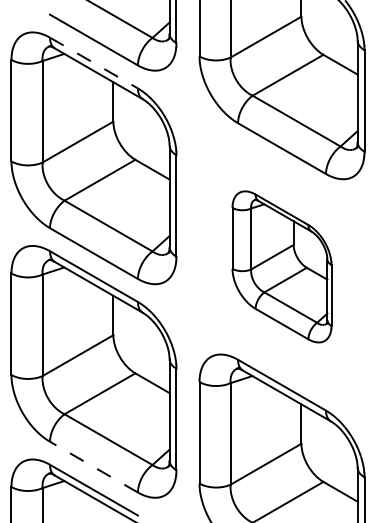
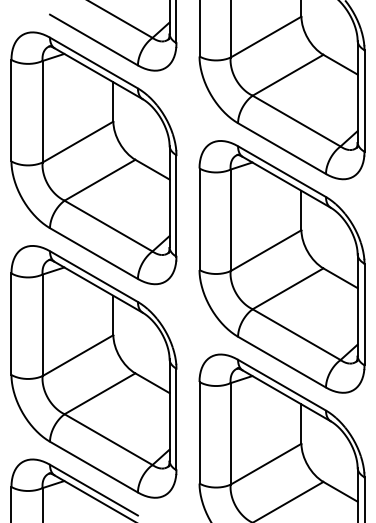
line at (93, 63): dashed -> solid
part at (281, 266) size: 102x154 px -> 168x254 px
line at (93, 467): dashed -> solid
